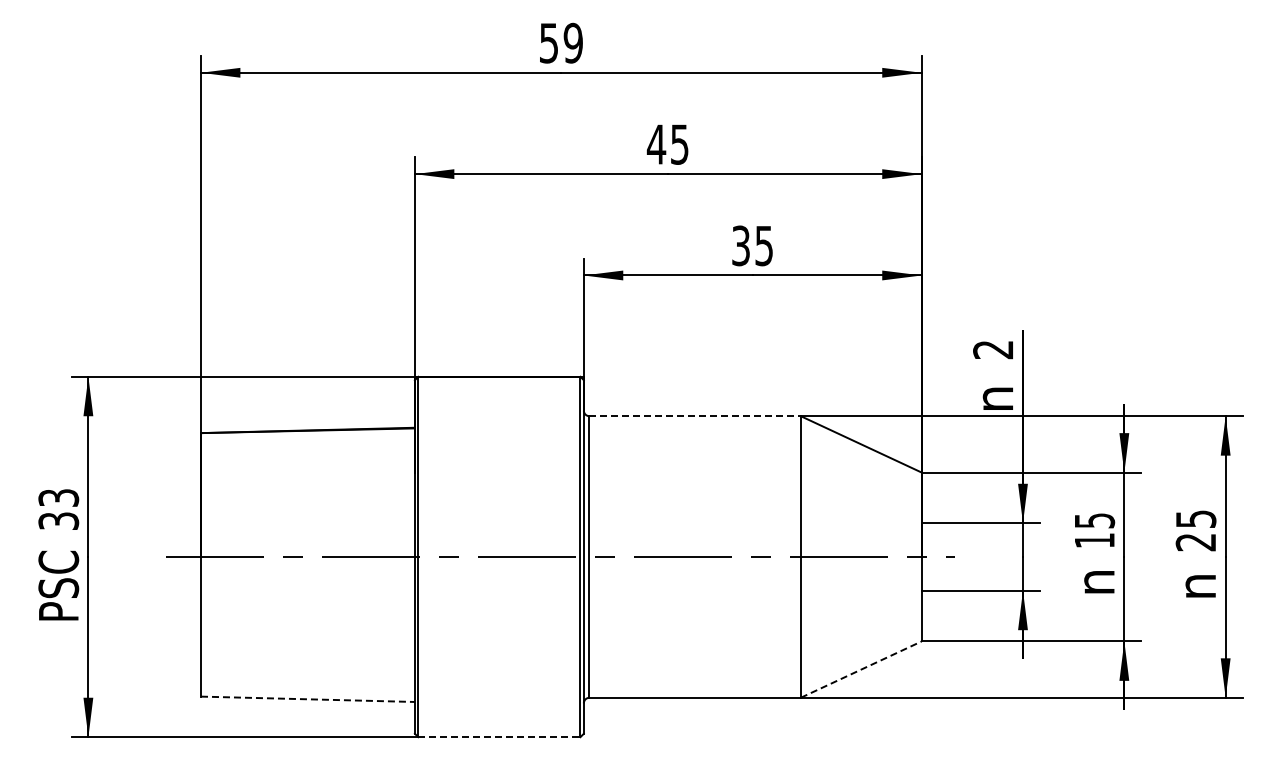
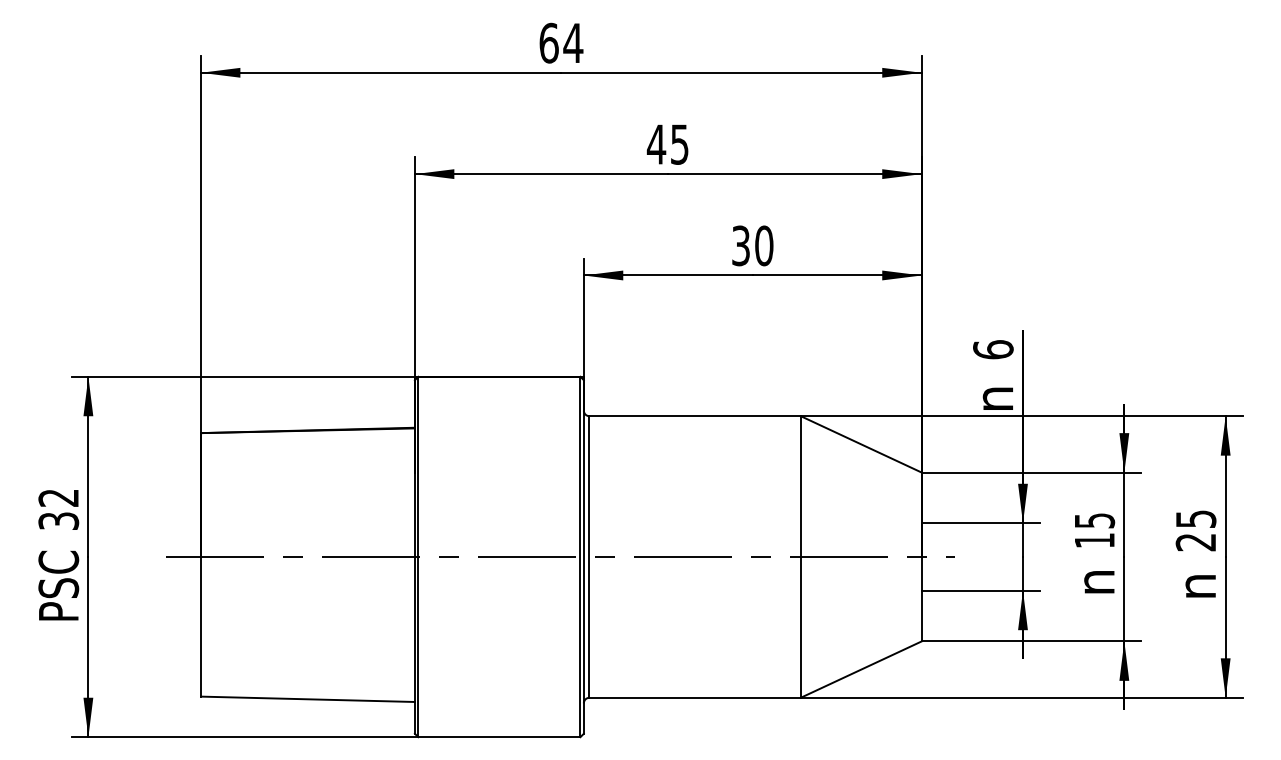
text at (561, 42): 59 -> 64
text at (764, 245): 35 -> 30
text at (993, 349): 2 -> 6
line at (695, 416): dashed -> solid
text at (58, 497): 33 -> 32
line at (861, 669): dashed -> solid
line at (308, 699): dashed -> solid
line at (499, 737): dashed -> solid
